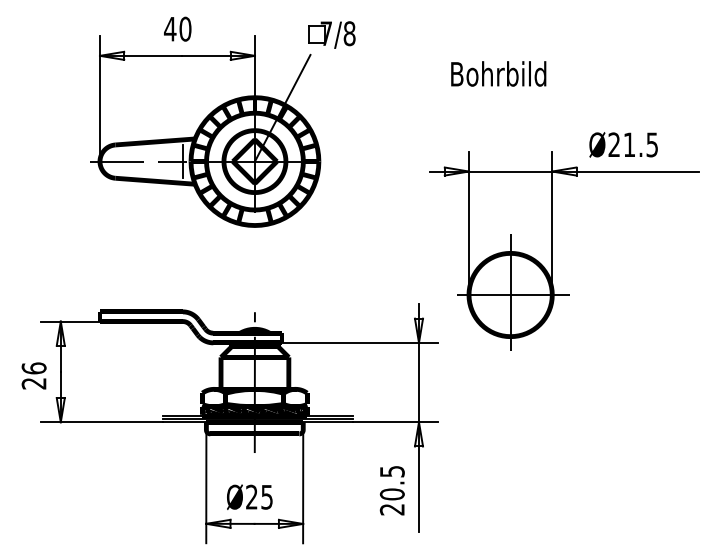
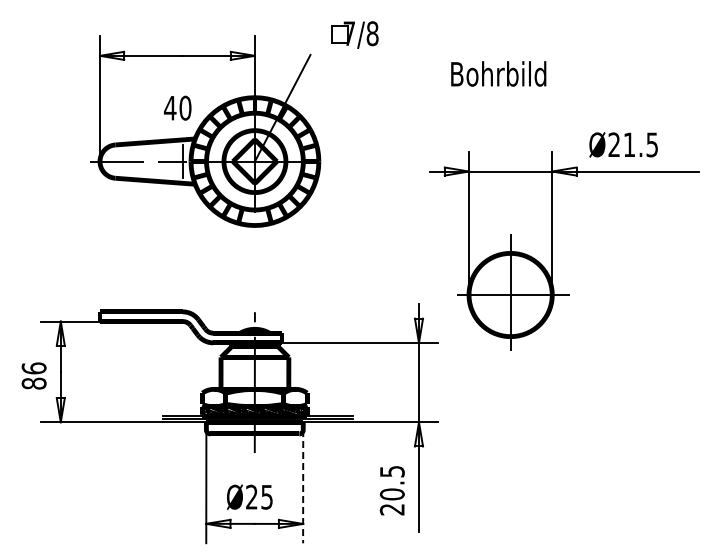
text at (177, 28) position: (177, 28) -> (177, 107)
part at (331, 34) position: (331, 34) -> (354, 34)
text at (33, 383): 26 -> 86
line at (303, 486): solid -> dashed
